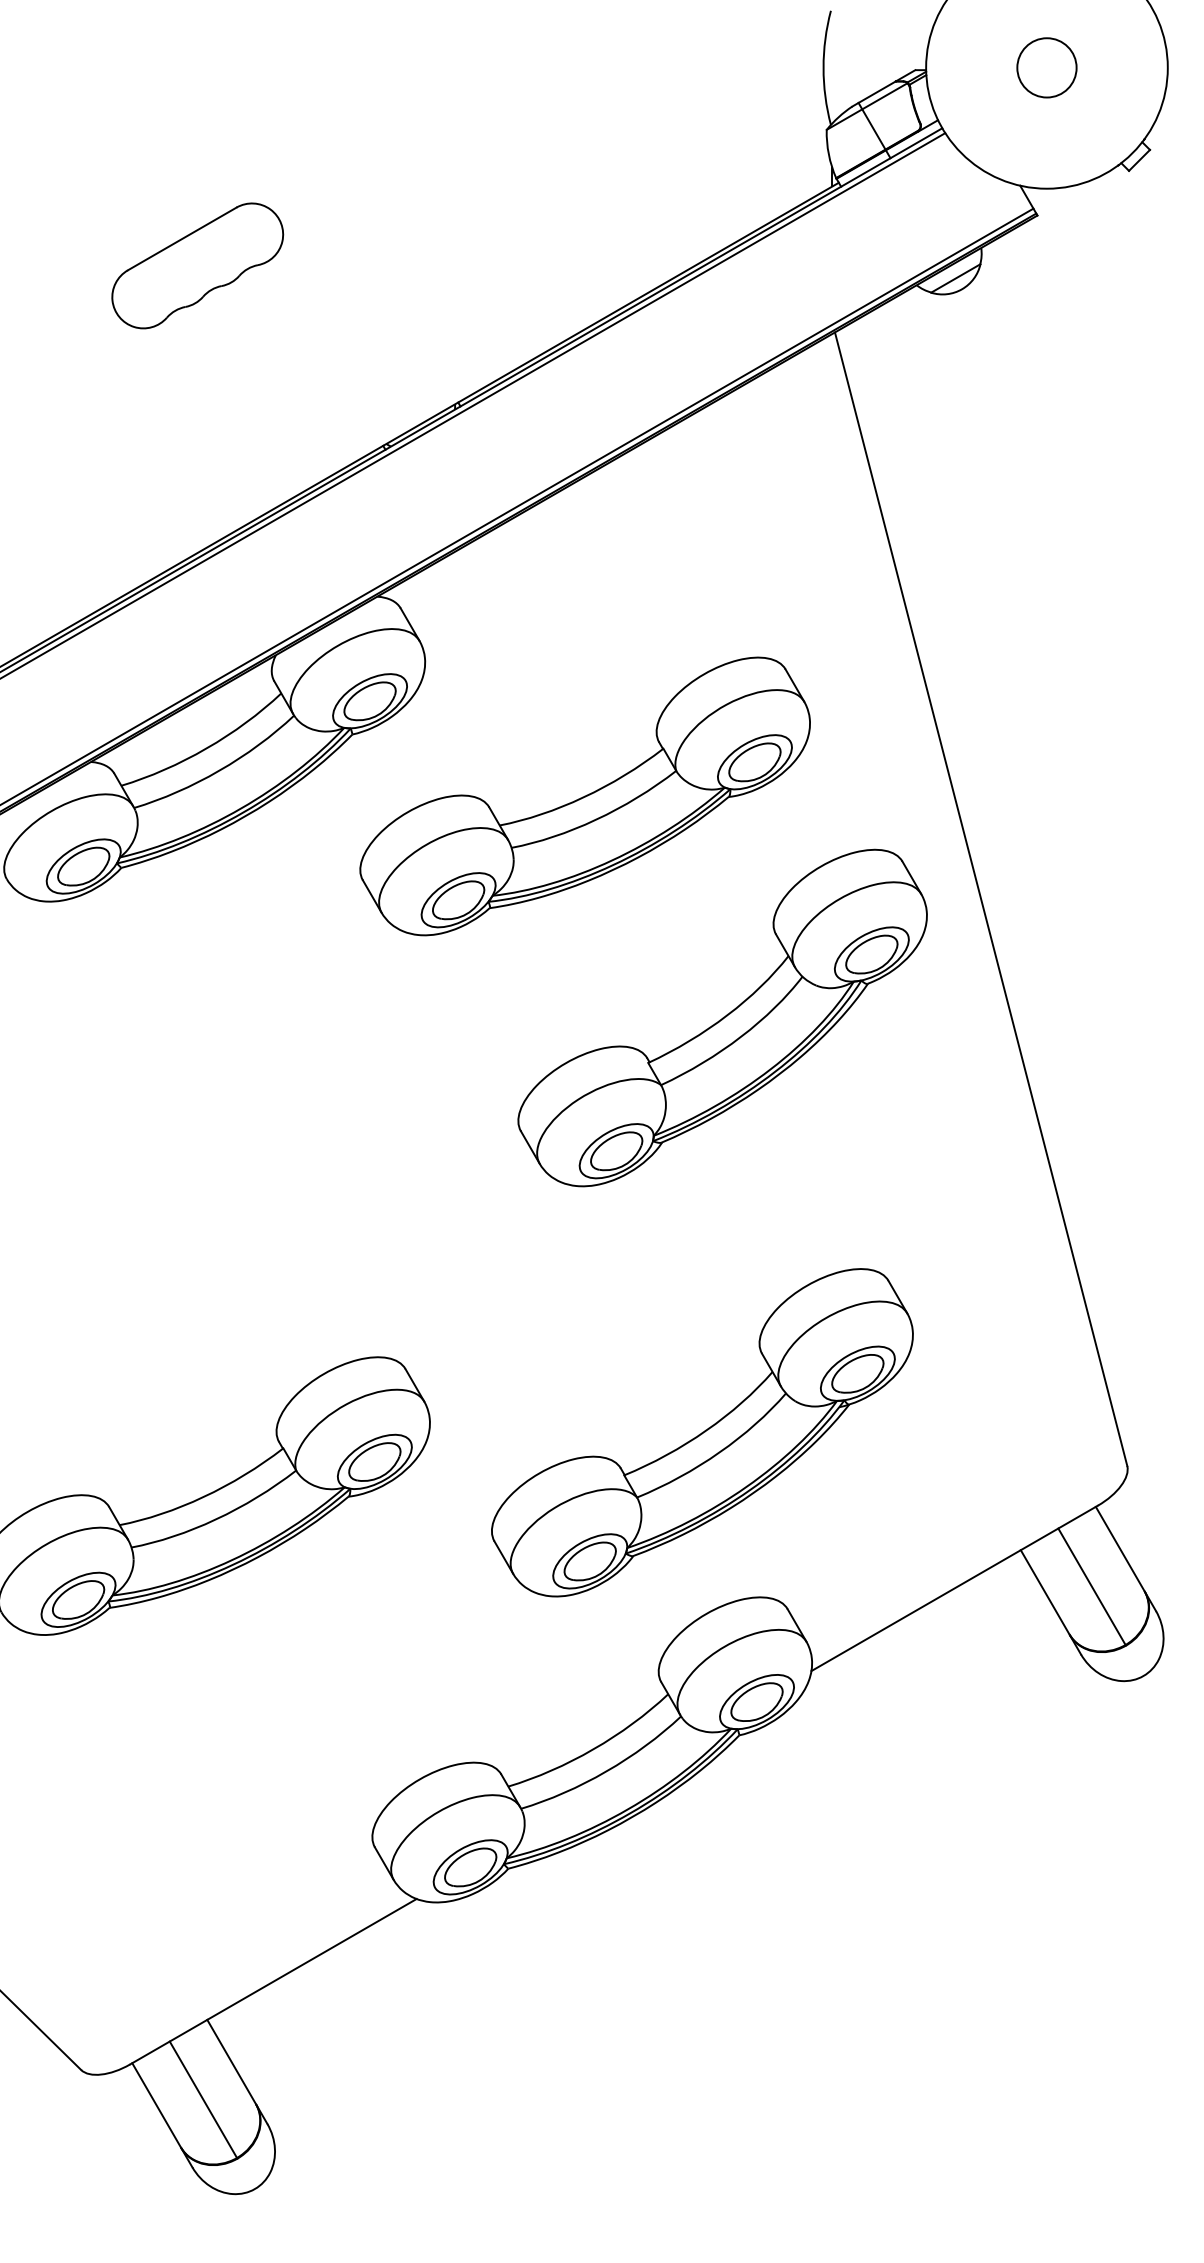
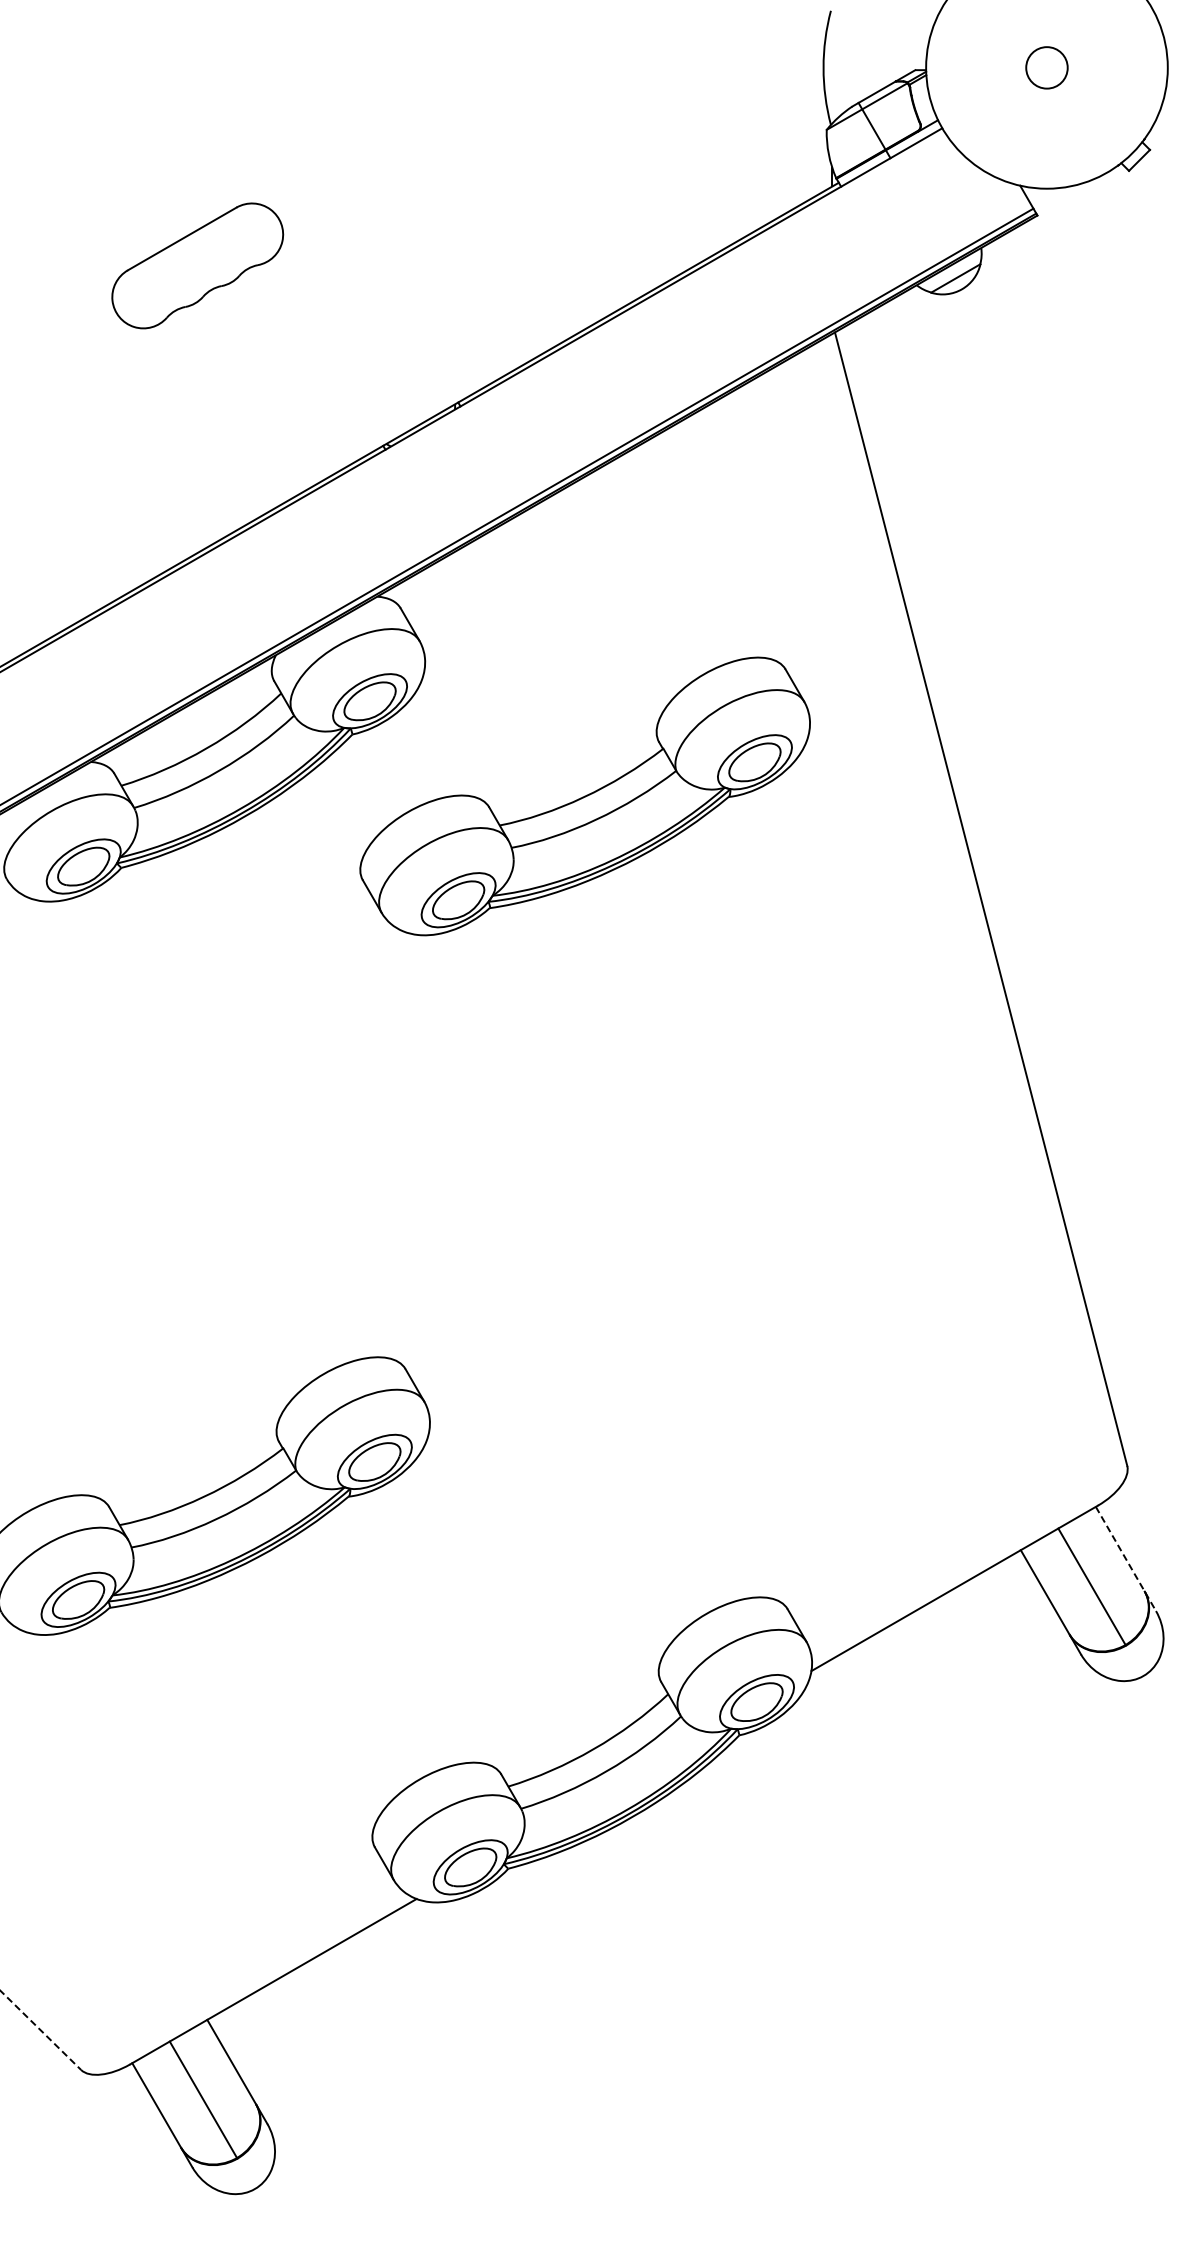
circle at (1046, 67) diameter: 59 px -> 41 px
line at (473, 405): present -> none
part at (722, 1017): present -> none
part at (702, 1432): present -> none
line at (1126, 1559): solid -> dashed
line at (41, 2030): solid -> dashed
